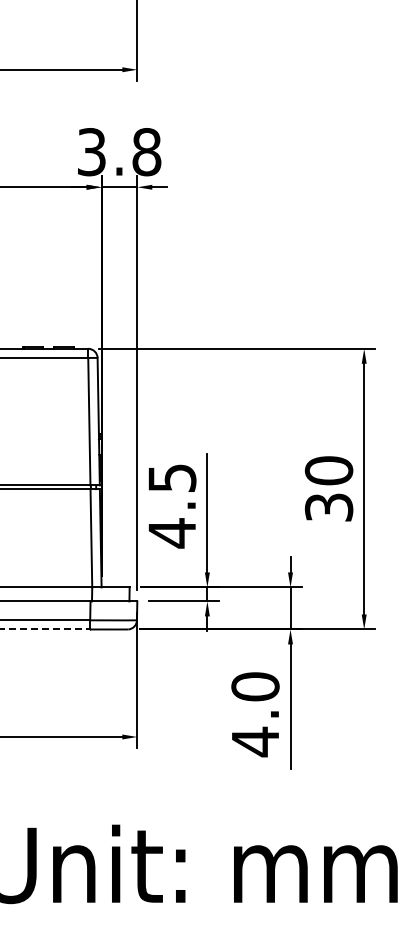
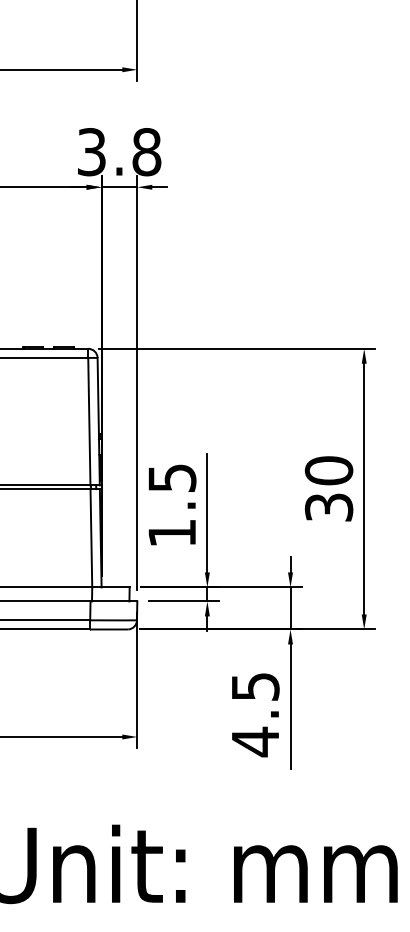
text at (171, 533): 4.5 -> 1.5
line at (45, 629): dashed -> solid
text at (255, 686): 4.0 -> 4.5
